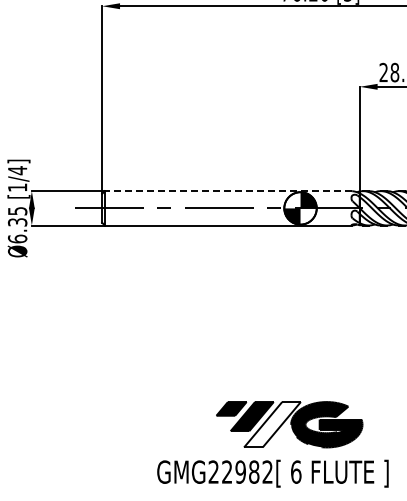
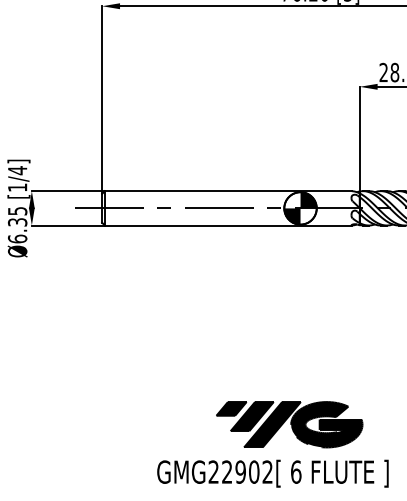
line at (227, 191): dashed -> solid
fill at (272, 424): none -> present
text at (254, 471): GMG22982[ -> GMG22902[
